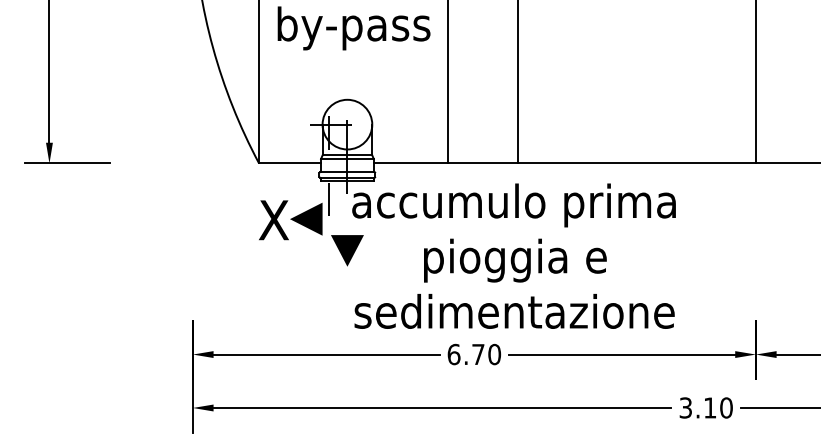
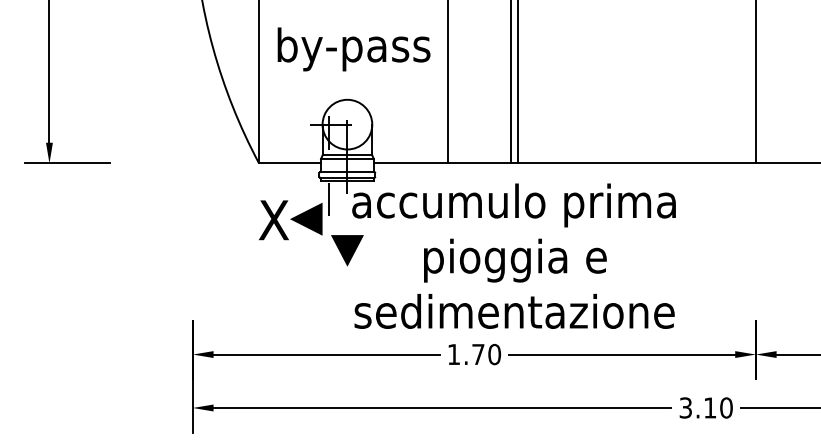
text at (353, 28) position: (353, 28) -> (353, 49)
line at (511, 82): none -> present
text at (453, 354): 6.70 -> 1.70
